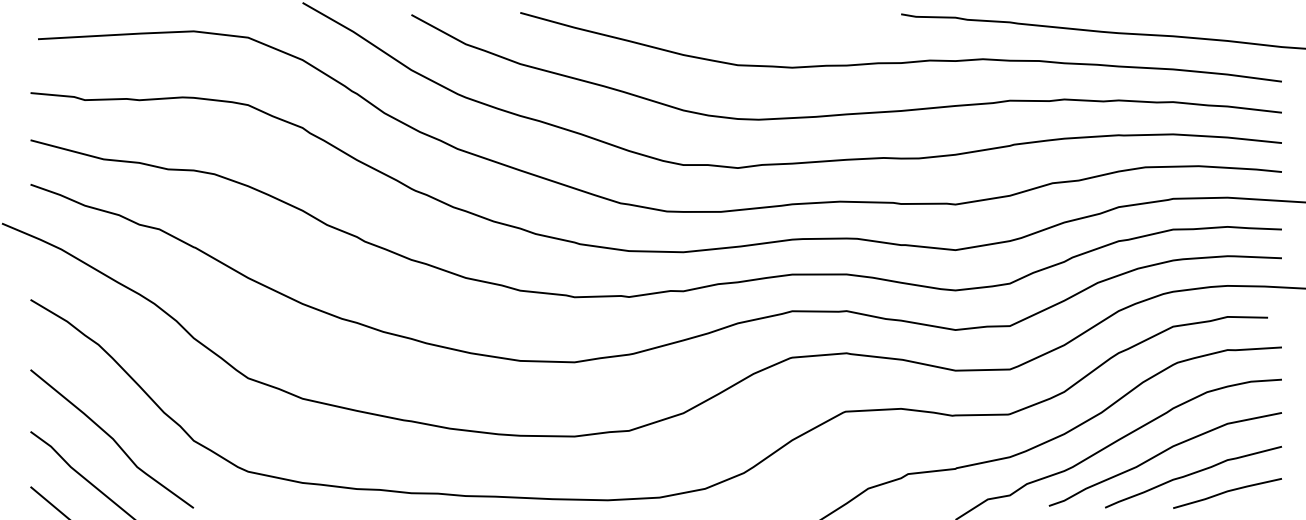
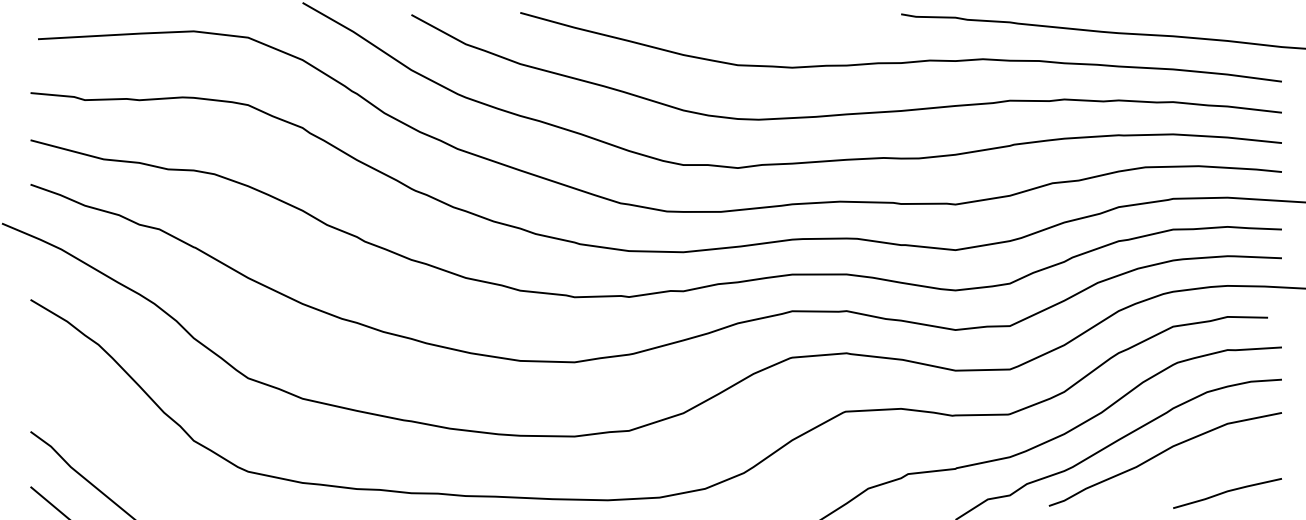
curve at (112, 438): present -> none
curve at (1193, 474): present -> none
